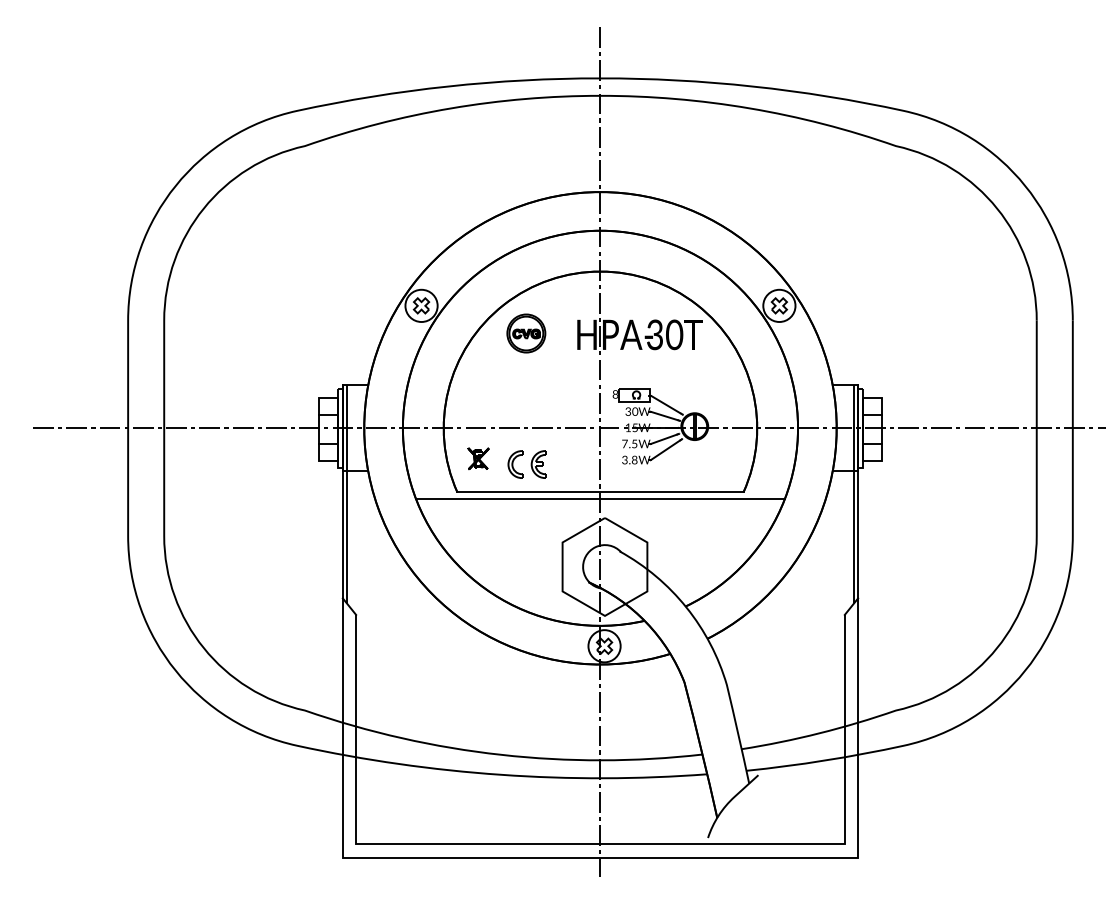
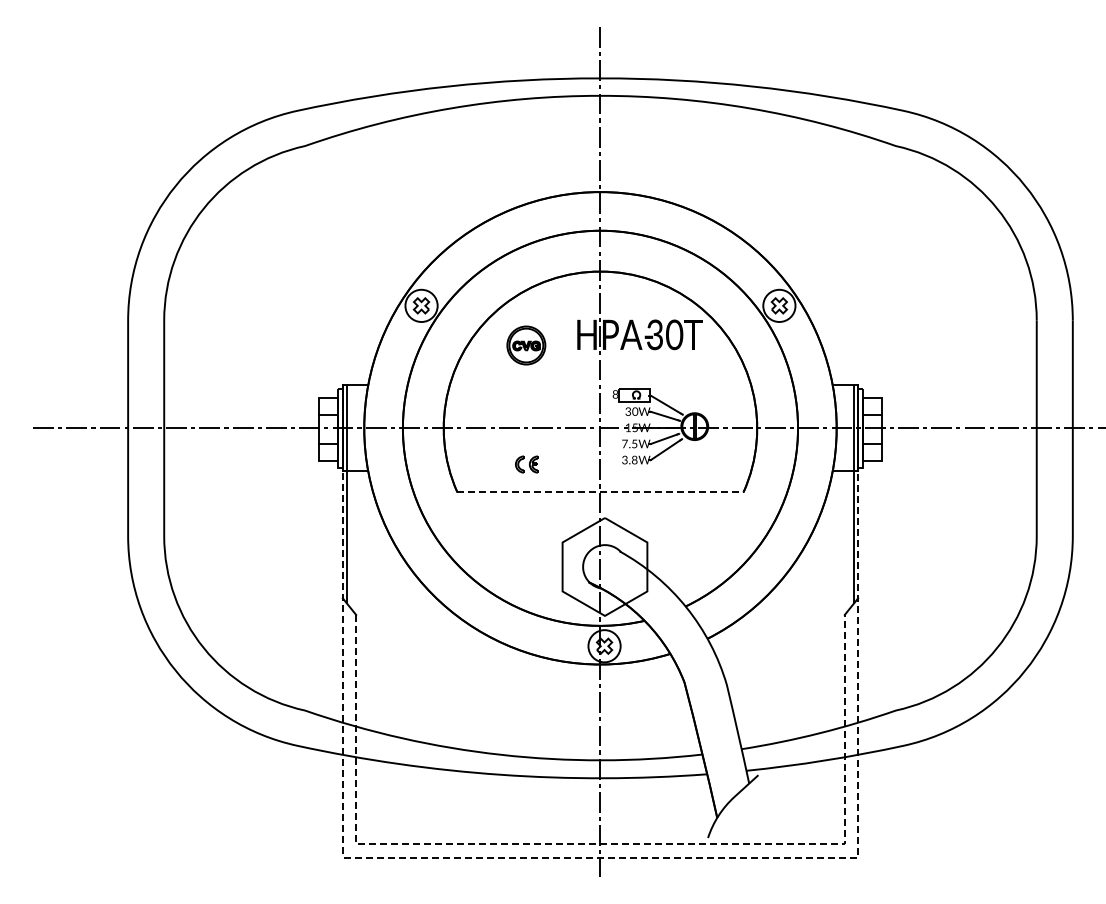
part at (526, 333) position: (526, 333) -> (526, 345)
part at (478, 458): present -> none
part at (526, 464) size: 40x29 px -> 24x19 px
line at (600, 492): solid -> dashed
line at (600, 499): present -> none
line at (600, 844): solid -> dashed
line at (600, 857): solid -> dashed
